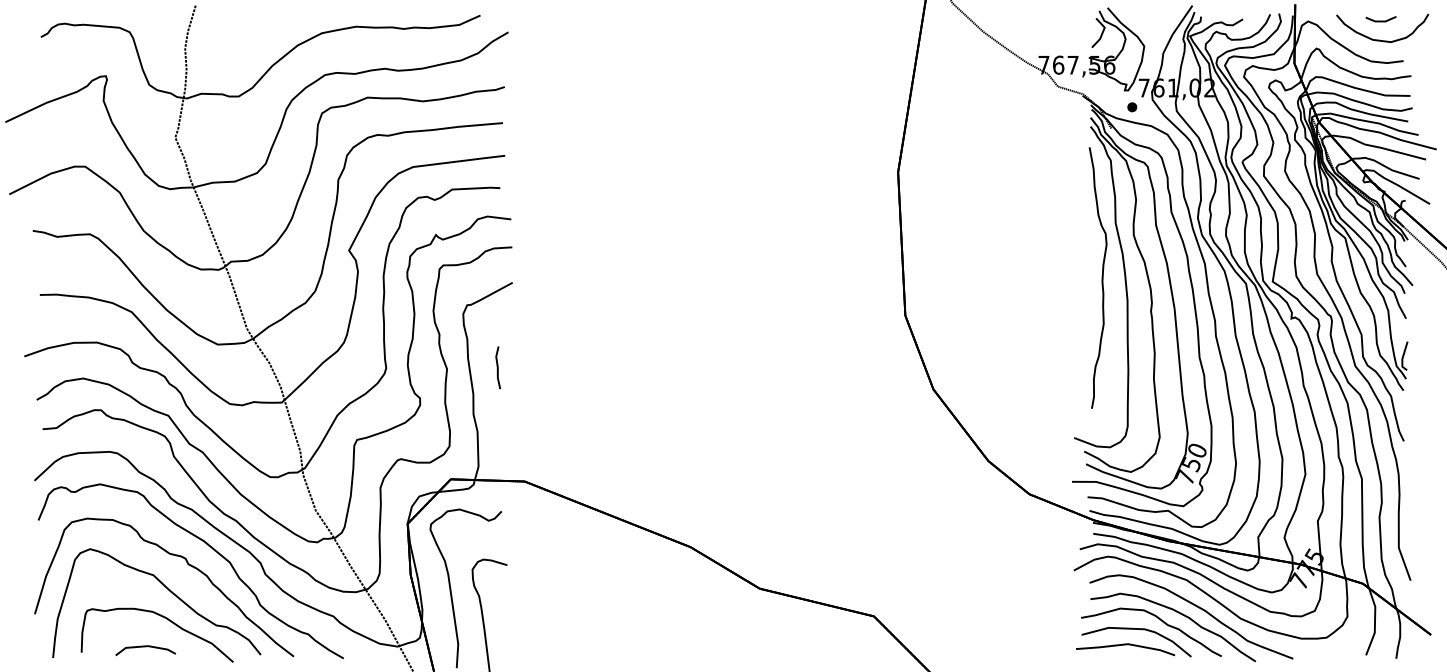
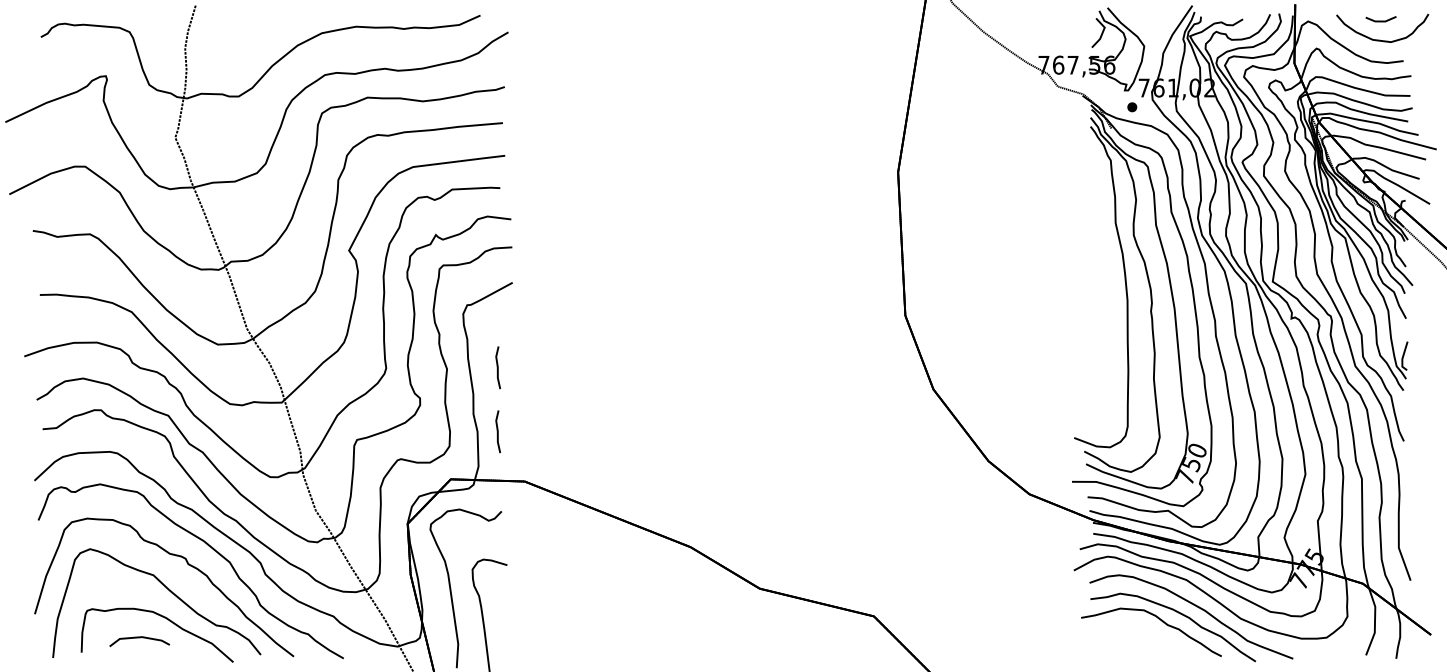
curve at (1101, 277): present -> none
line at (498, 431): none -> present
part at (1133, 642): present -> none
line at (145, 647) position: (145, 647) -> (139, 638)
